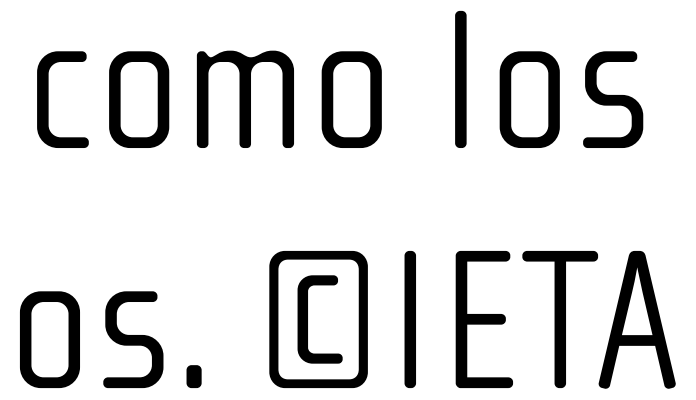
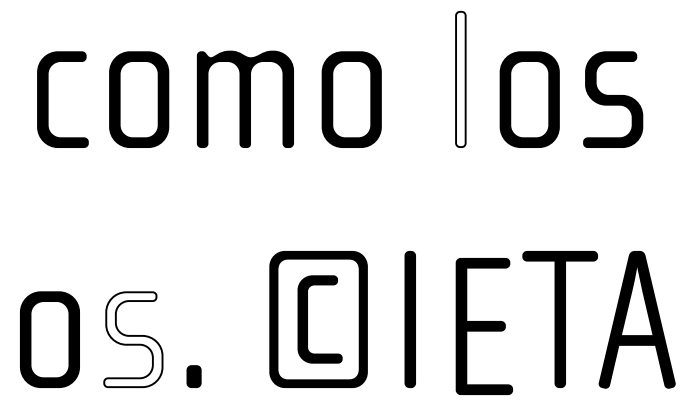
fill at (460, 79): present -> none
part at (483, 319) position: (483, 319) -> (483, 326)
fill at (133, 339): present -> none
